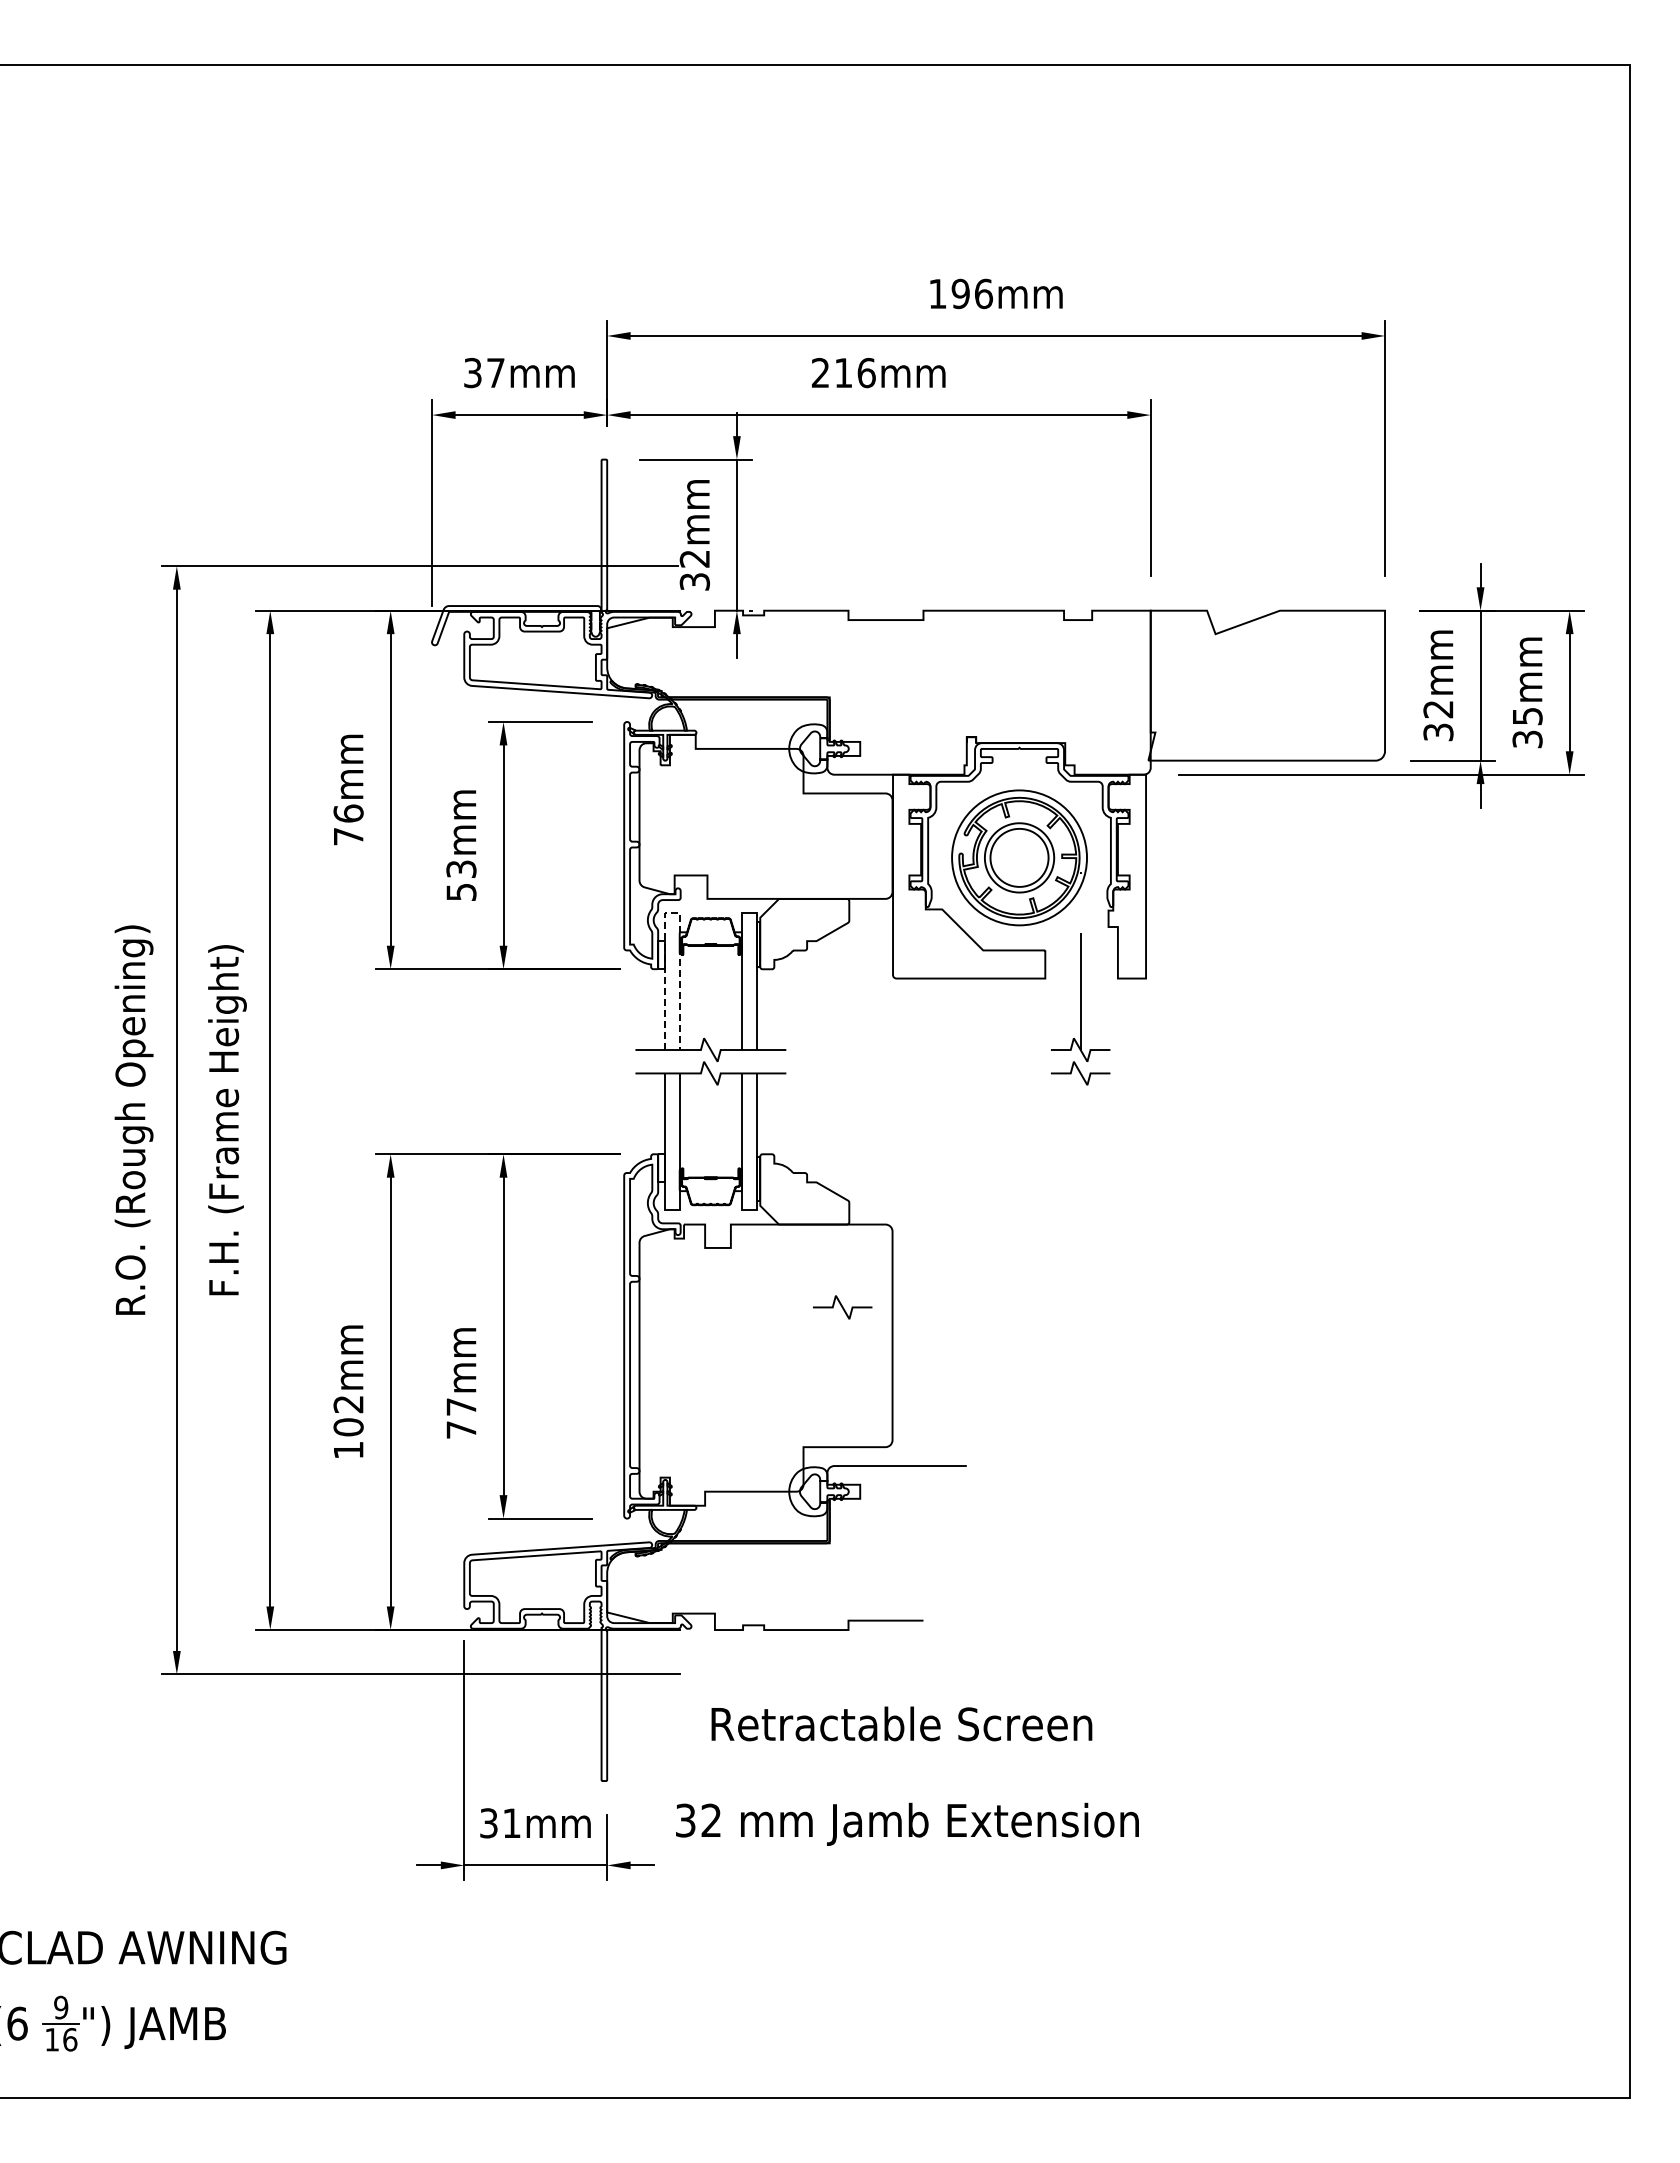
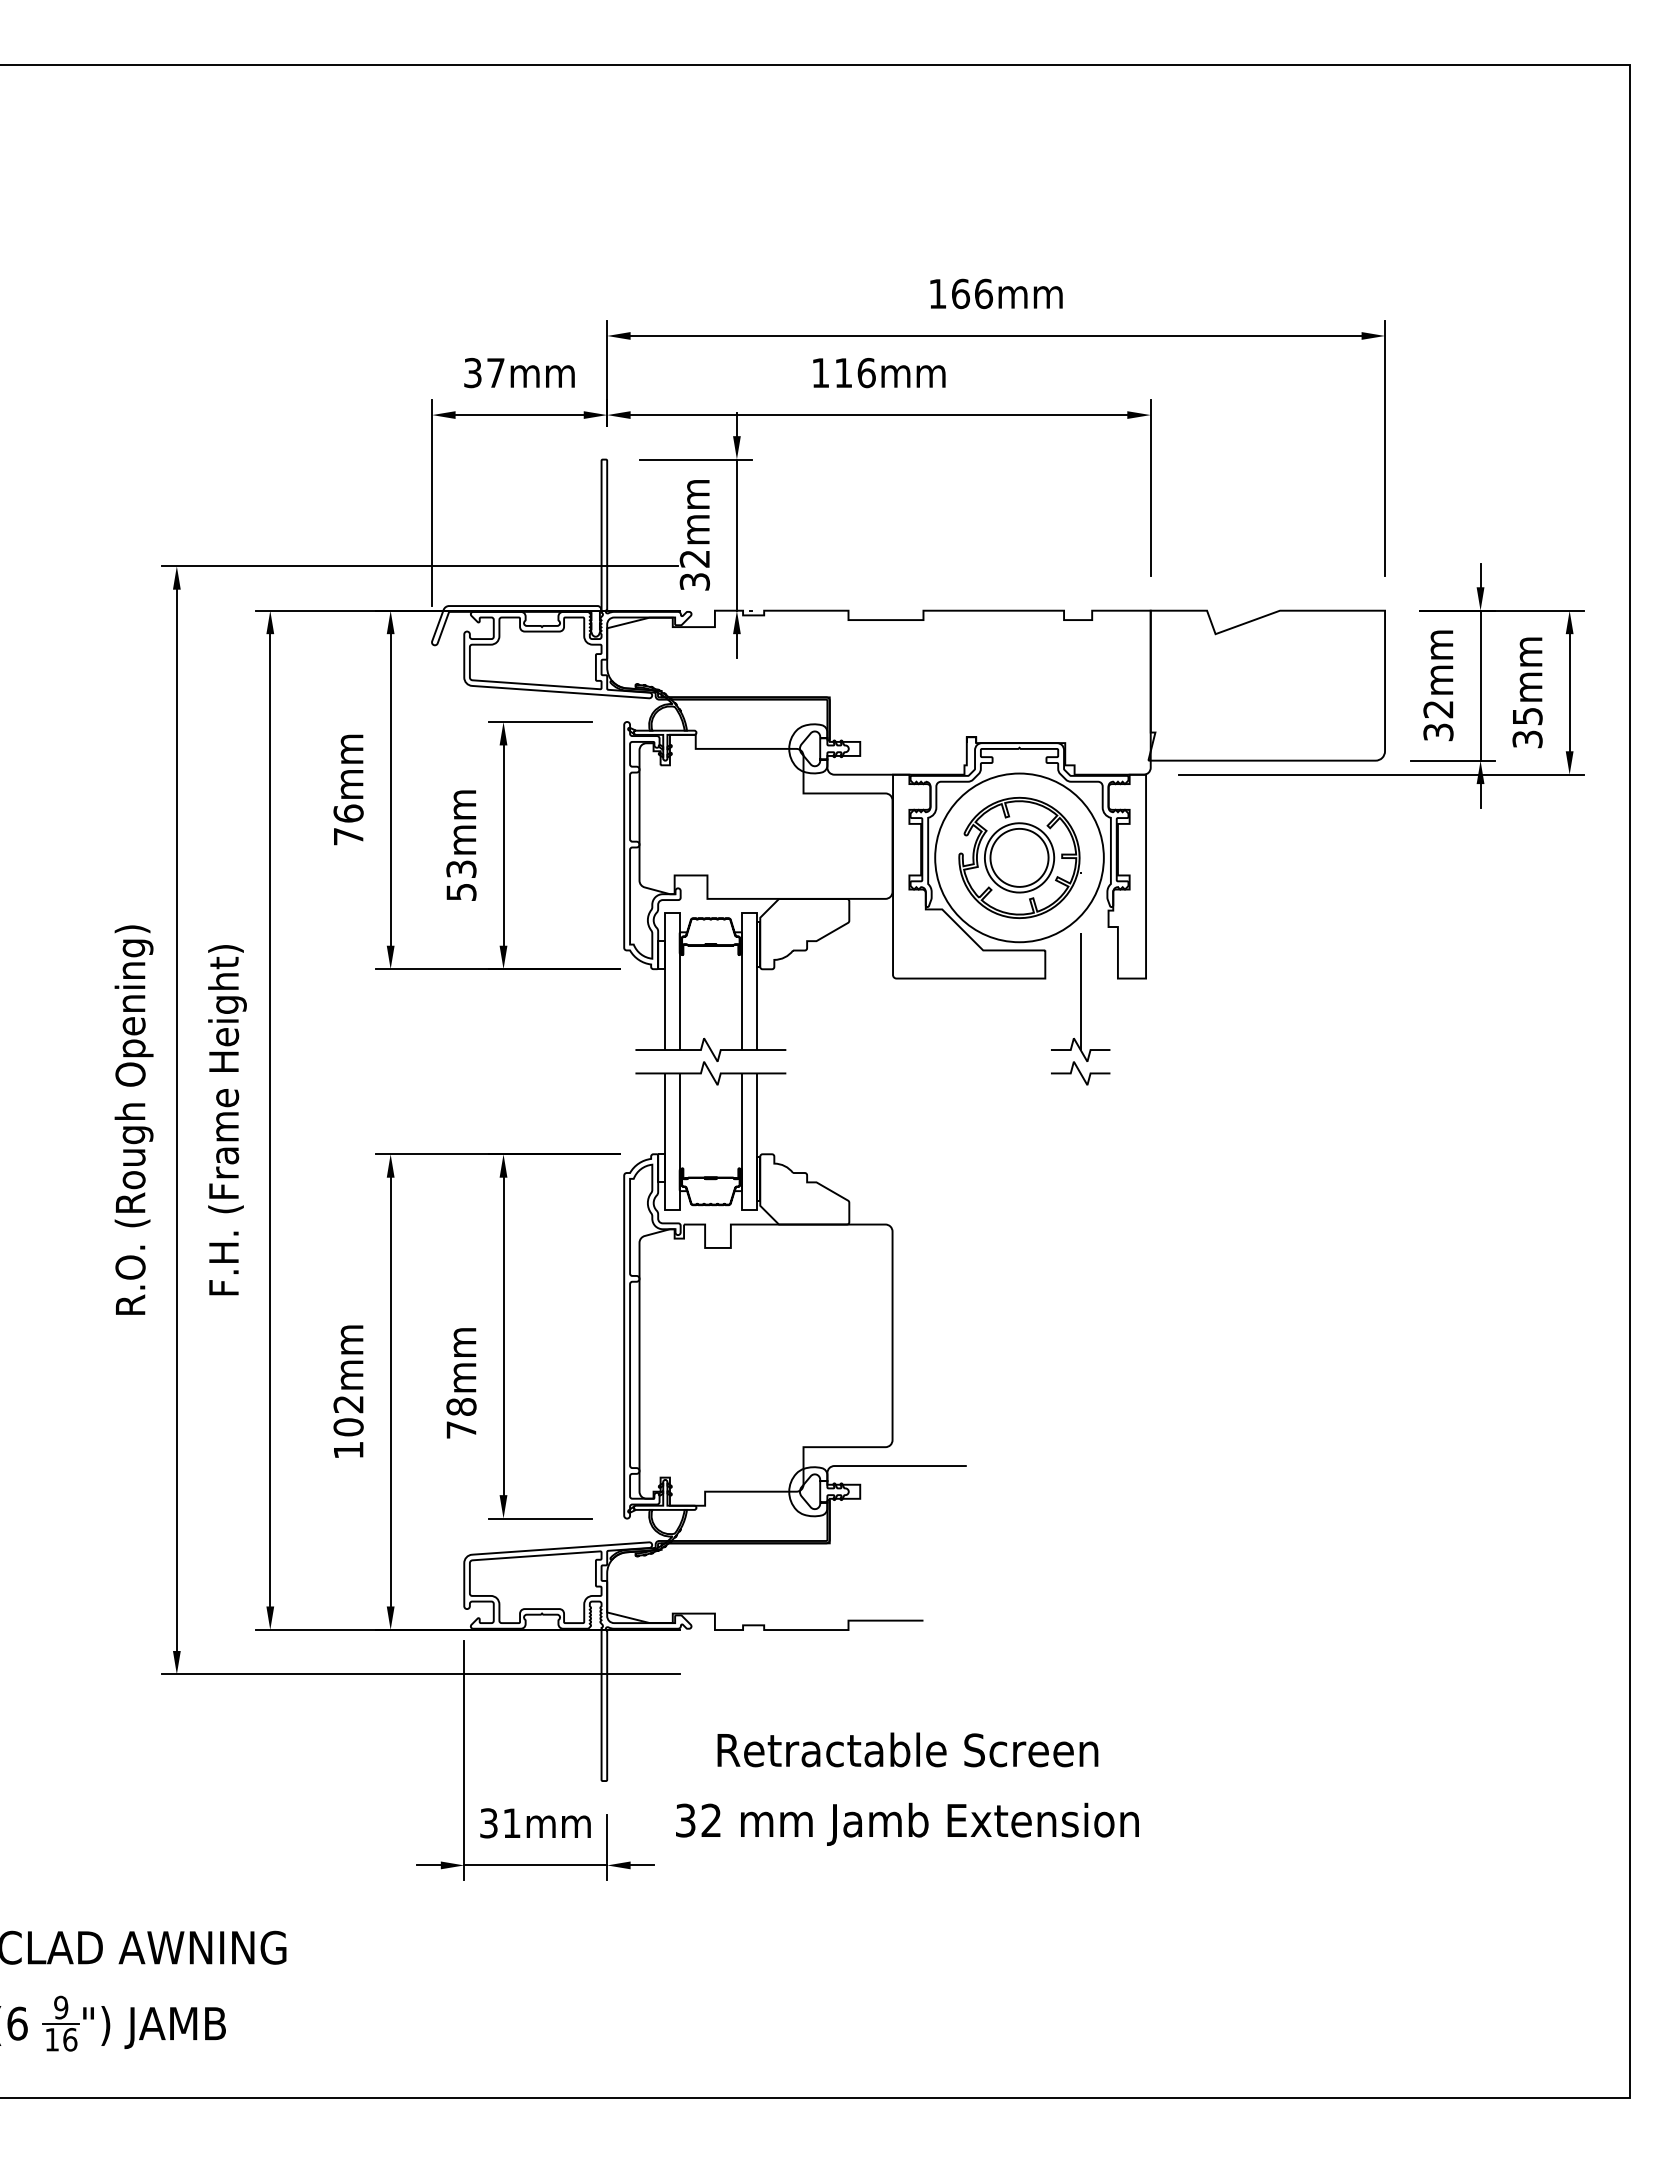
text at (960, 293): 196mm -> 166mm
text at (820, 372): 216mm -> 116mm
circle at (1019, 857) diameter: 135 px -> 169 px
line at (672, 912): dashed -> solid
curve at (842, 1307): present -> none
text at (461, 1406): 77mm -> 78mm
text at (901, 1723) position: (901, 1723) -> (907, 1749)
